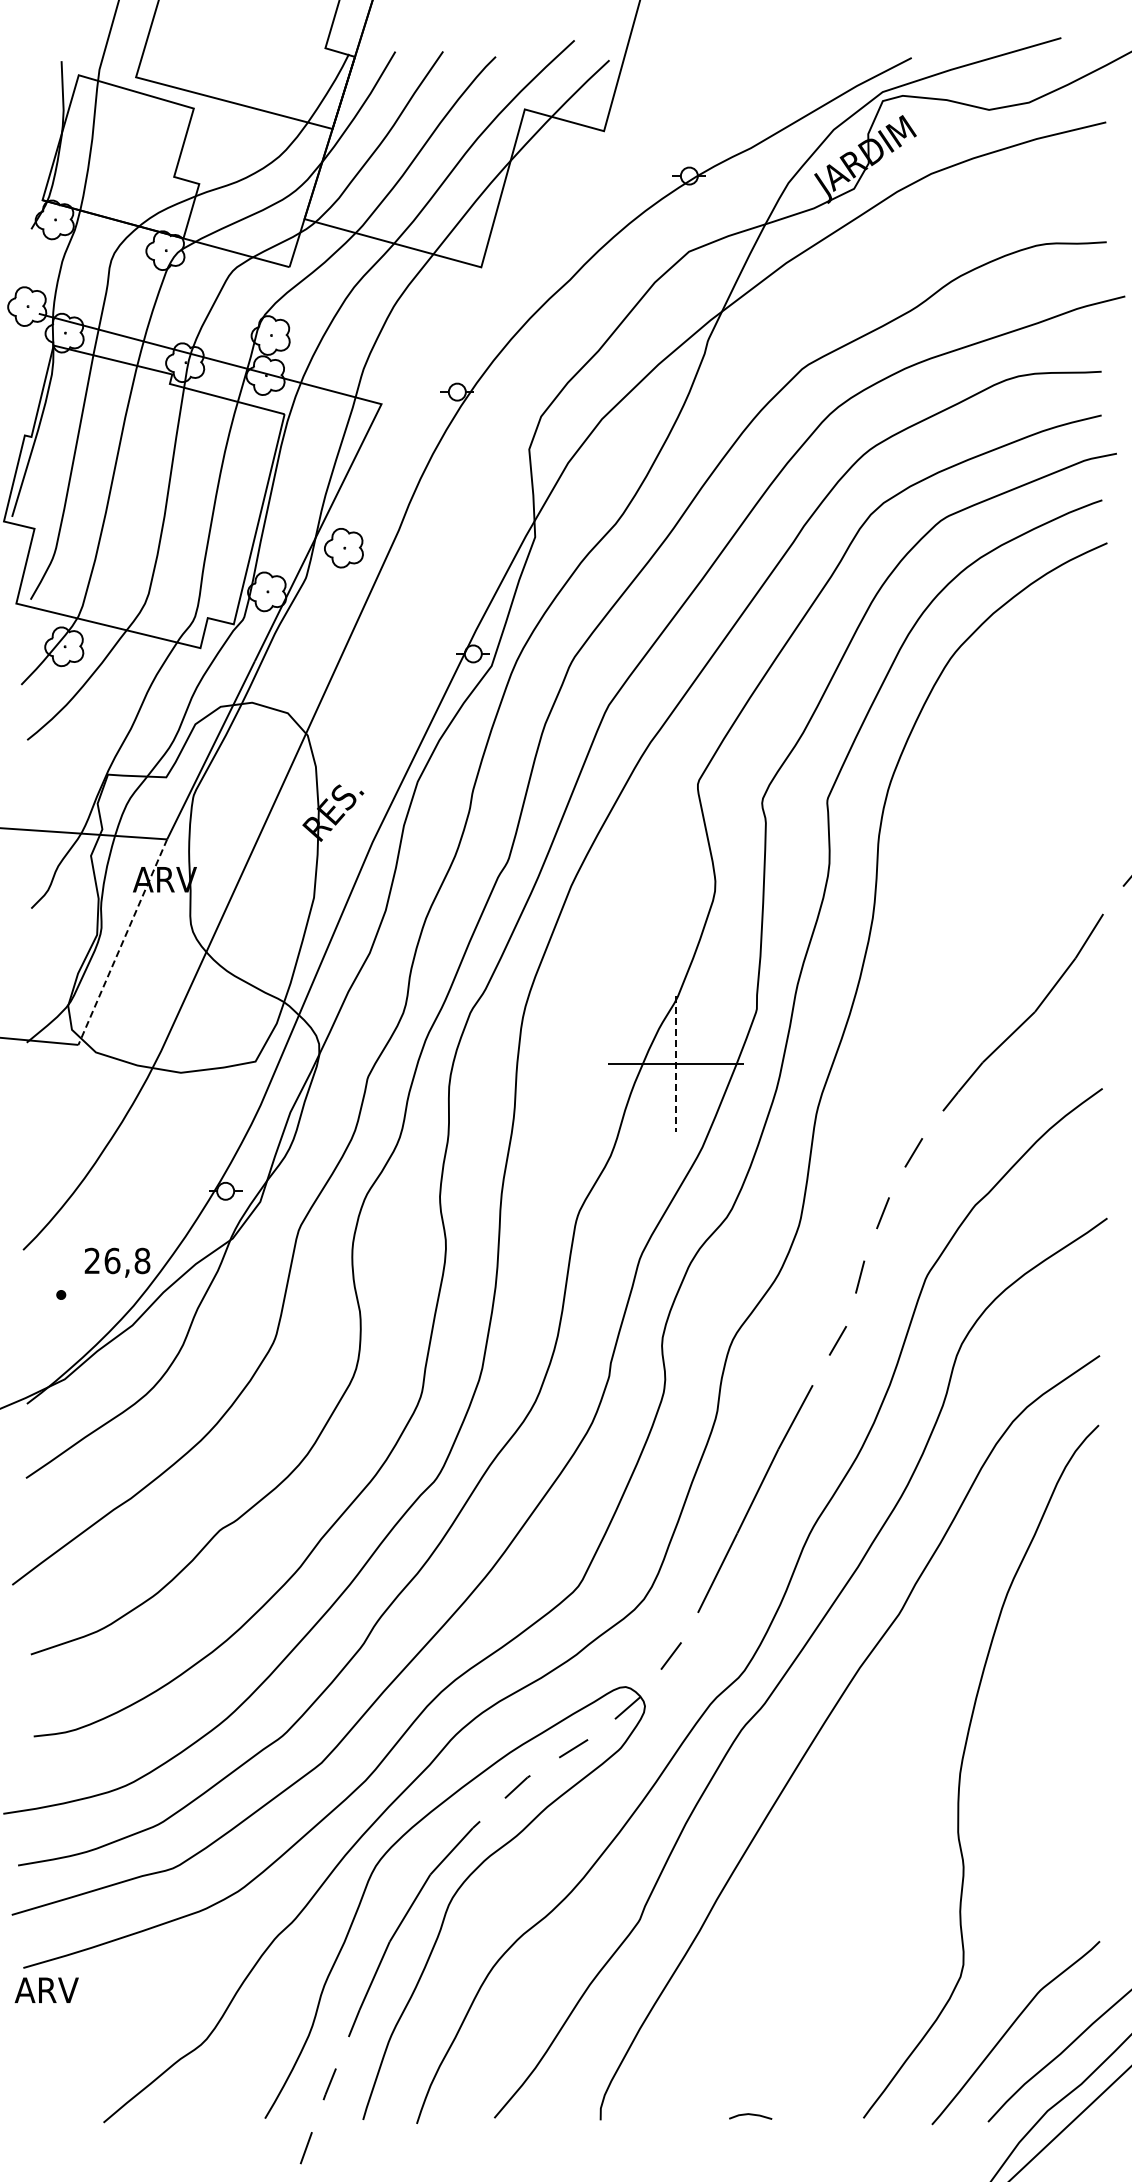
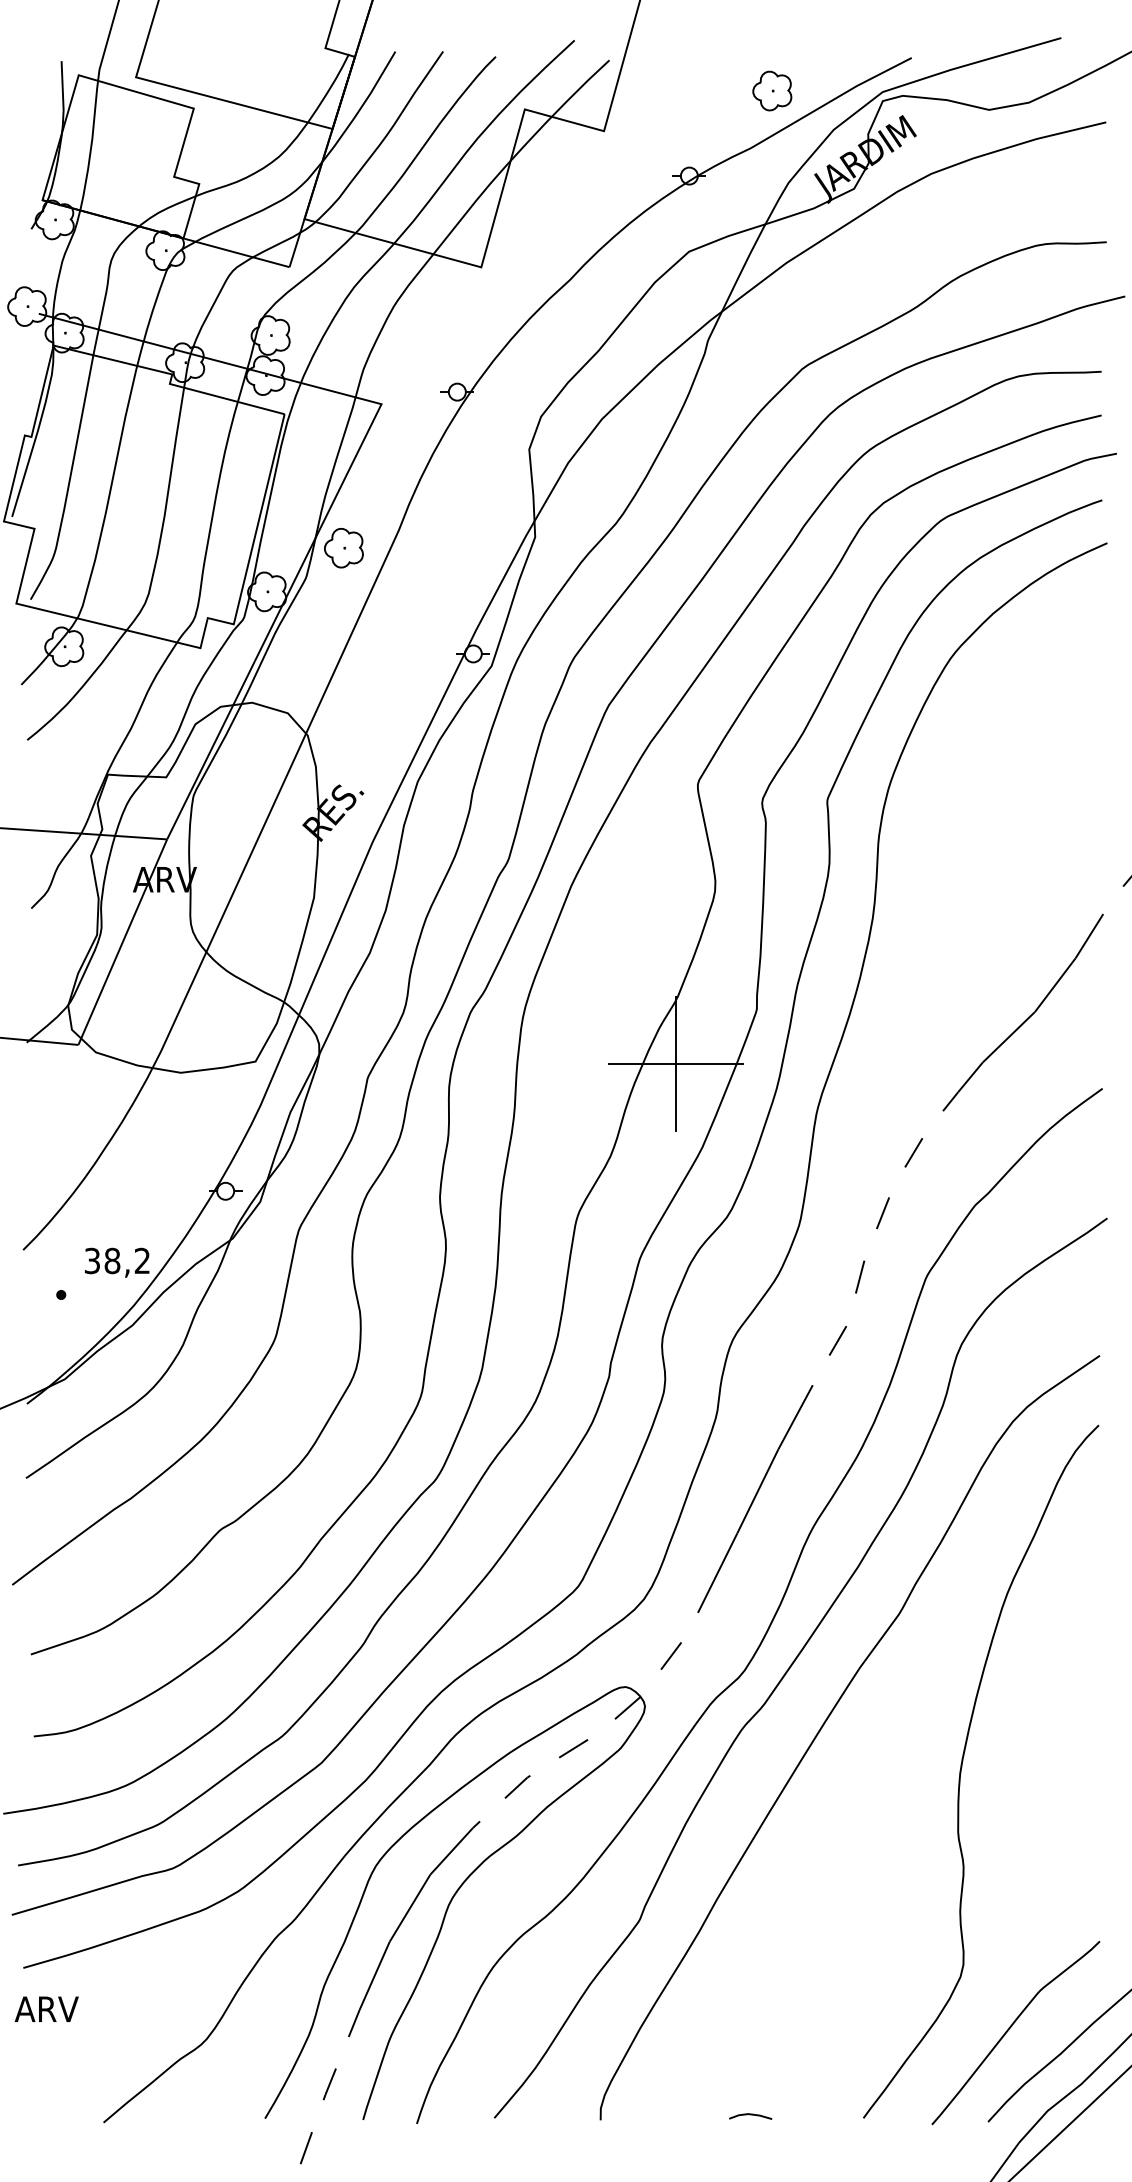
part at (772, 90): none -> present
line at (122, 942): dashed -> solid
line at (675, 1063): dashed -> solid
text at (117, 1260): 26,8 -> 38,2
text at (46, 1989) position: (46, 1989) -> (46, 2008)
